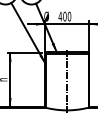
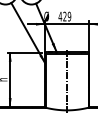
text at (66, 16): 400 -> 429
